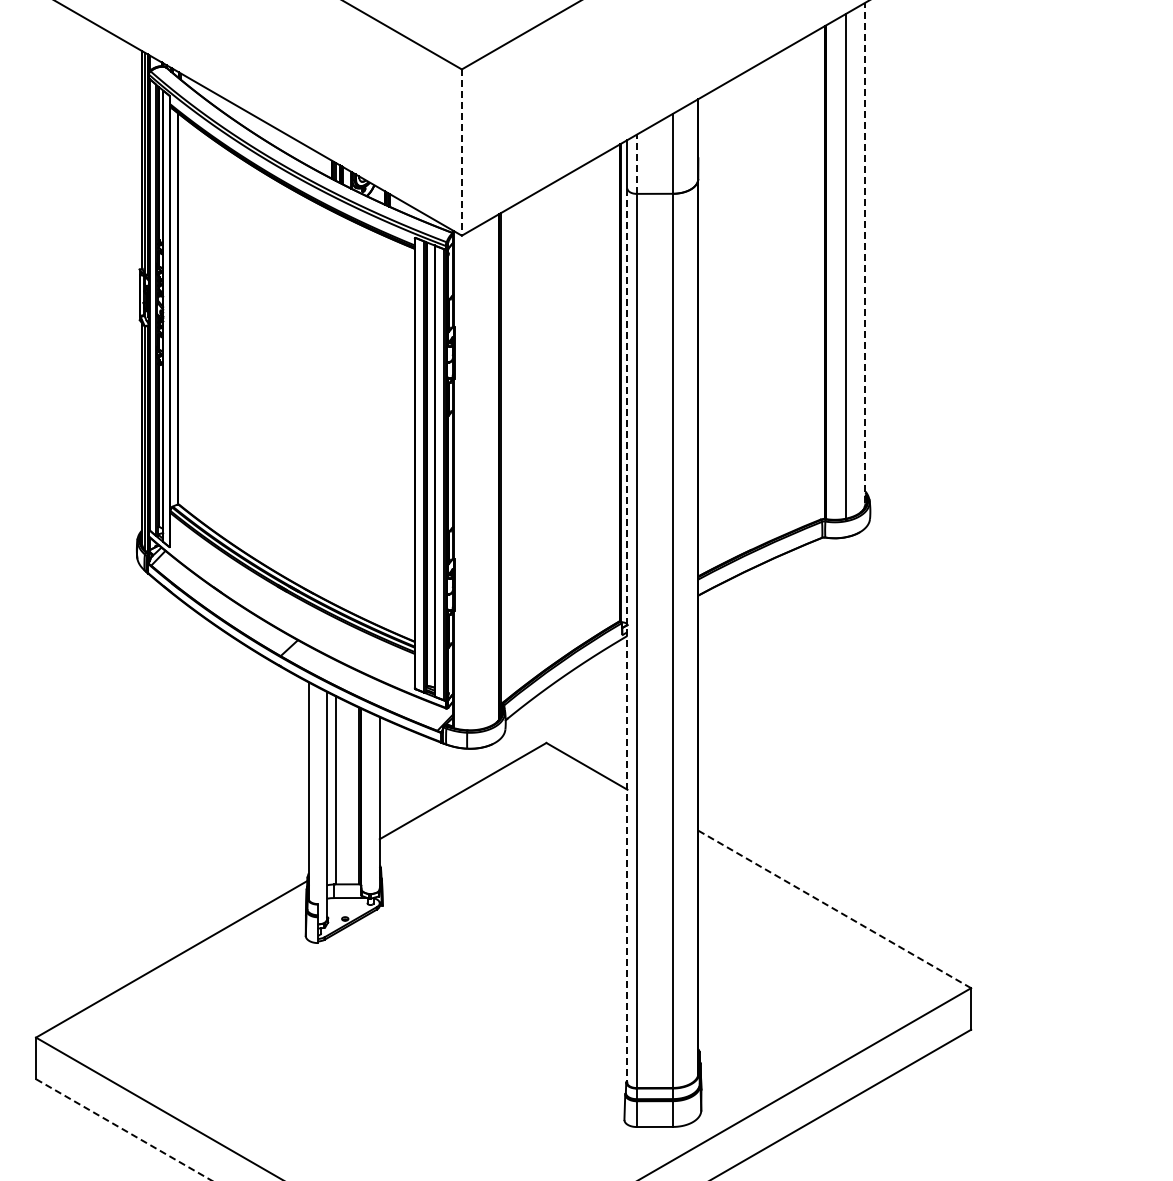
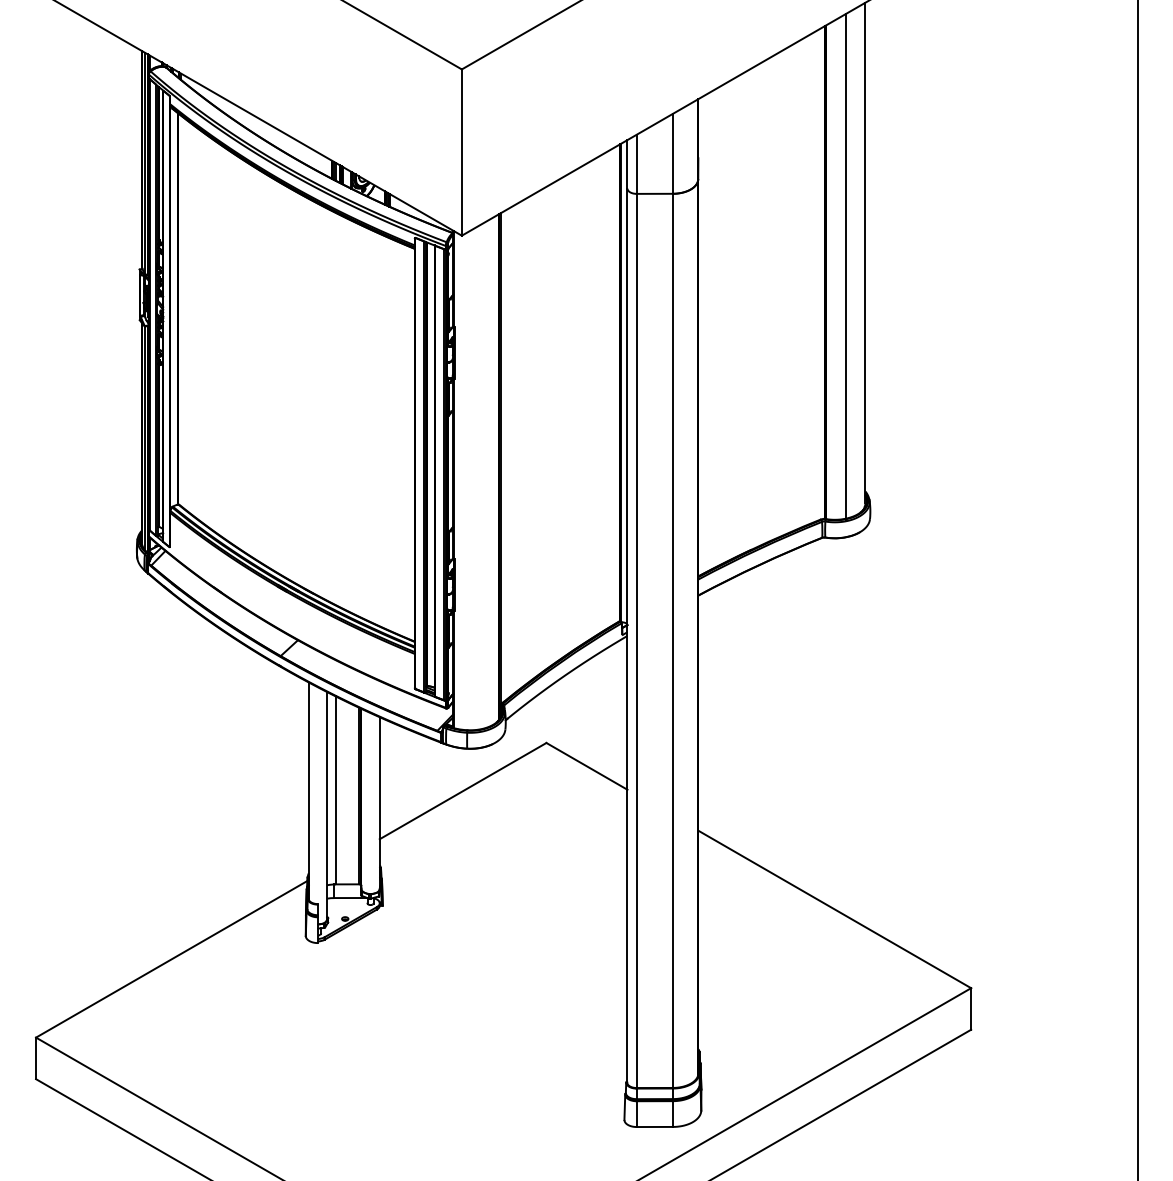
line at (461, 153): dashed -> solid
line at (636, 164): dashed -> solid
line at (865, 252): dashed -> solid
line at (1138, 589): none -> present
line at (627, 636): dashed -> solid
line at (834, 909): dashed -> solid
line at (124, 1130): dashed -> solid
